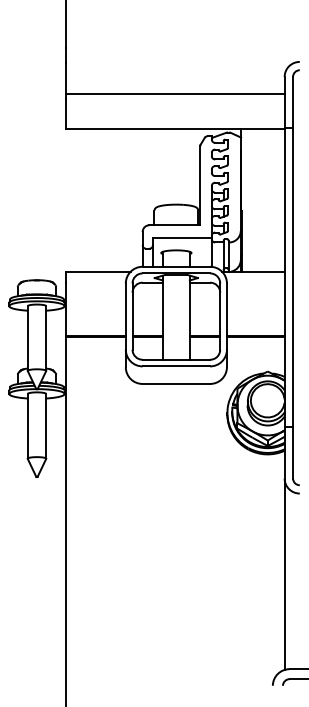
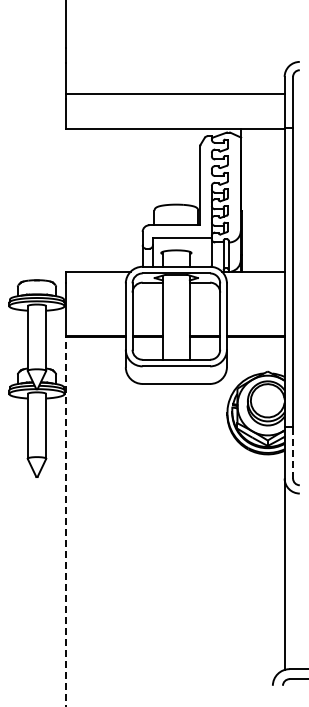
line at (293, 452): solid -> dashed
line at (65, 521): solid -> dashed
